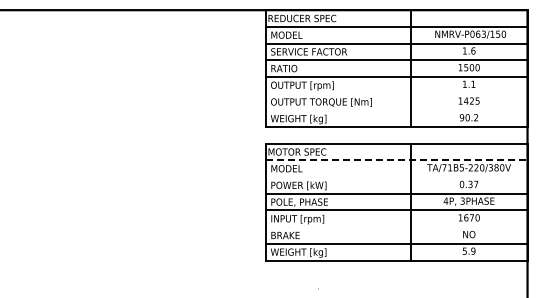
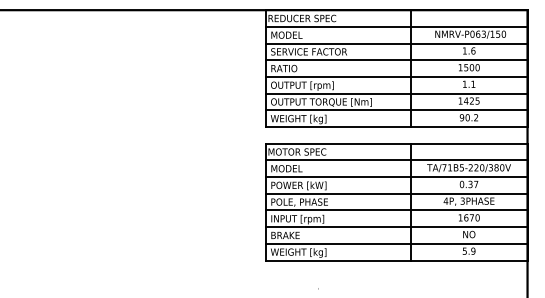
line at (396, 93): none -> present
line at (396, 110): none -> present
line at (396, 160): dashed -> solid
line at (396, 177): none -> present
line at (396, 227): none -> present
